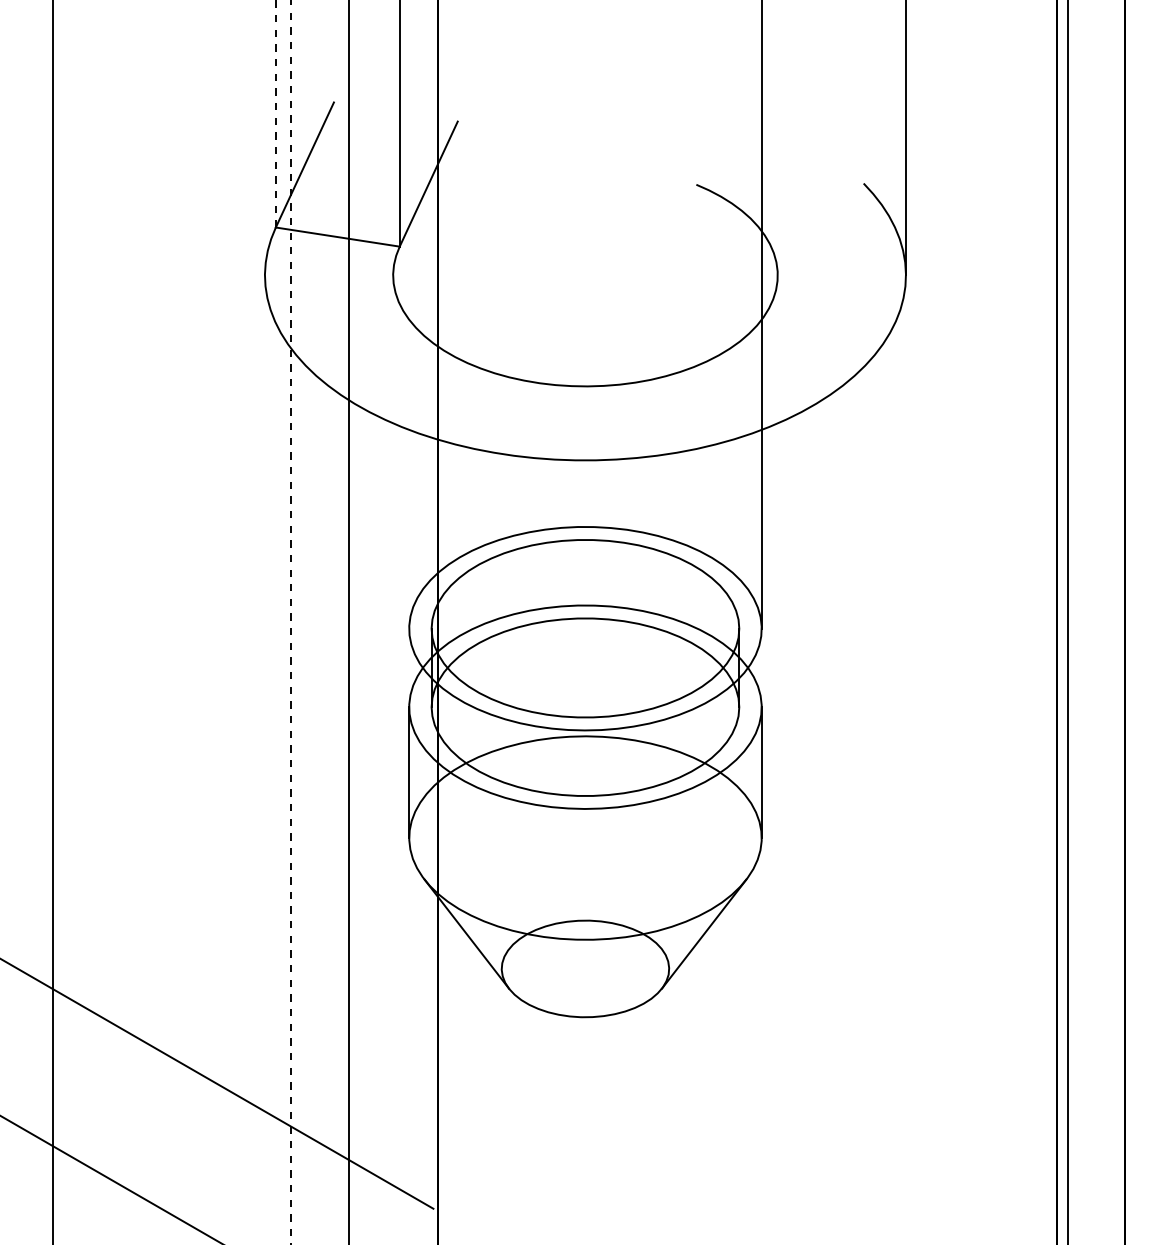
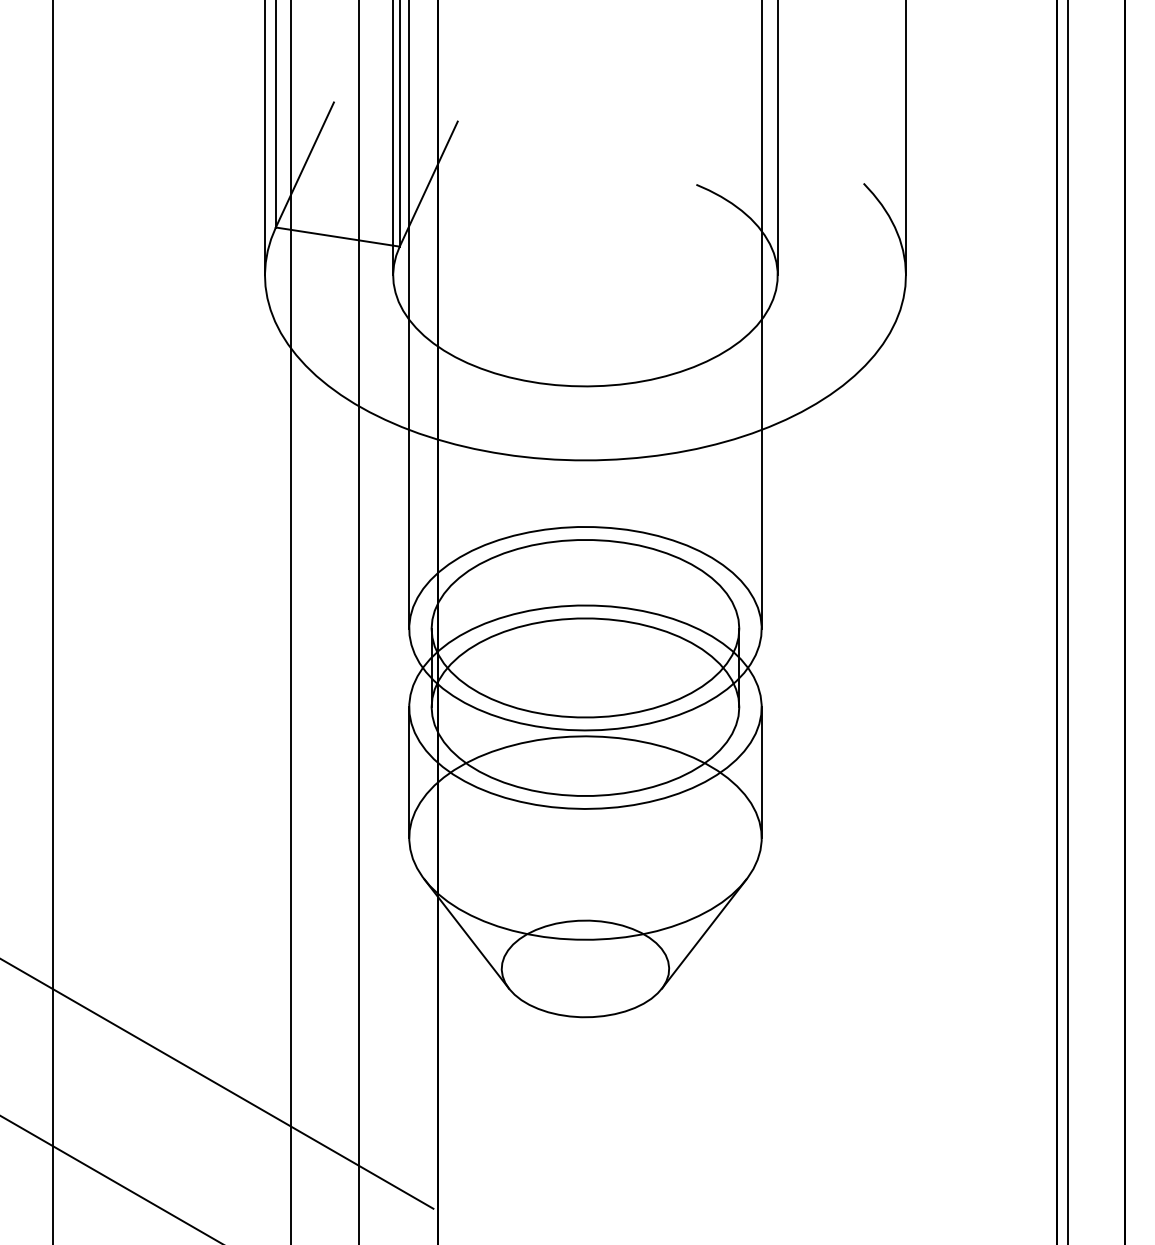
line at (275, 113): dashed -> solid
line at (264, 138): none -> present
line at (393, 138): none -> present
line at (777, 138): none -> present
line at (409, 315): none -> present
line at (348, 621) position: (348, 621) -> (358, 621)
line at (290, 622): dashed -> solid
